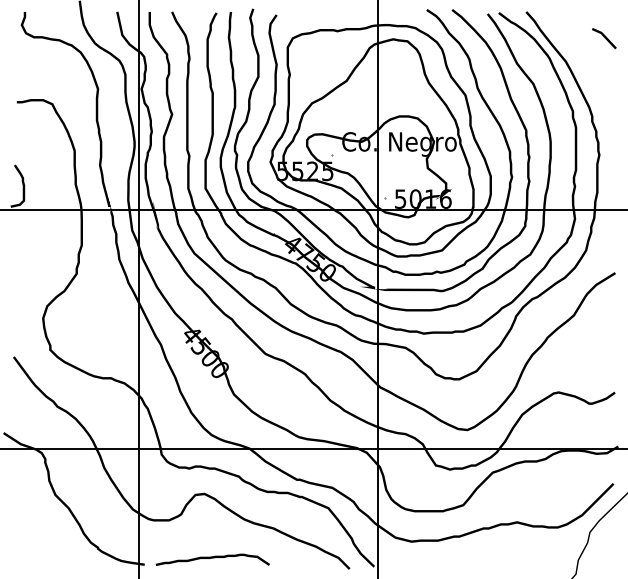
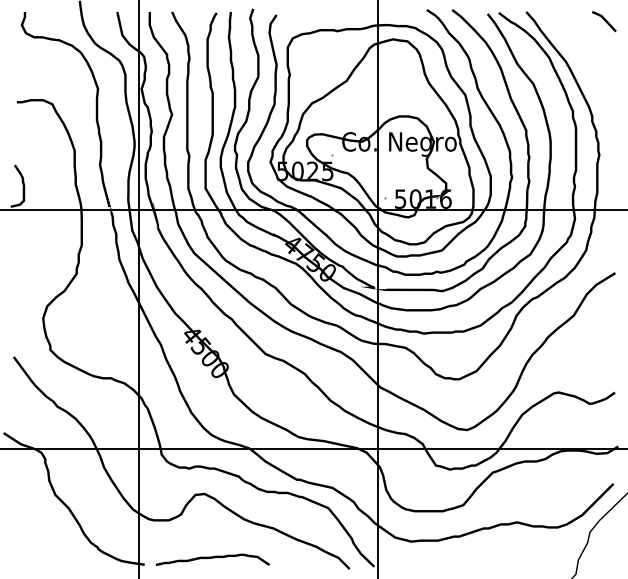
line at (604, 38) position: (604, 38) -> (604, 21)
text at (297, 171): 5525 -> 5025
